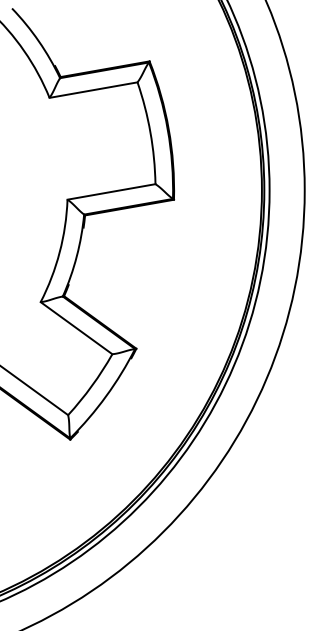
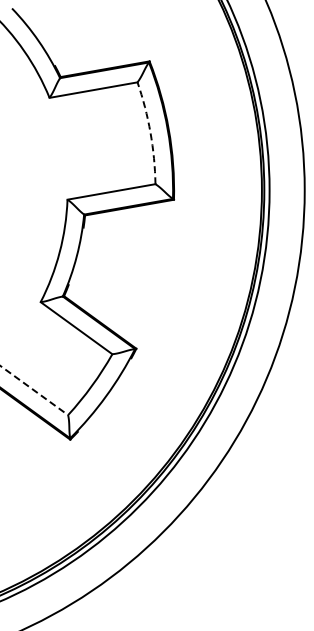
arc at (150, 132): solid -> dashed
line at (34, 390): solid -> dashed
